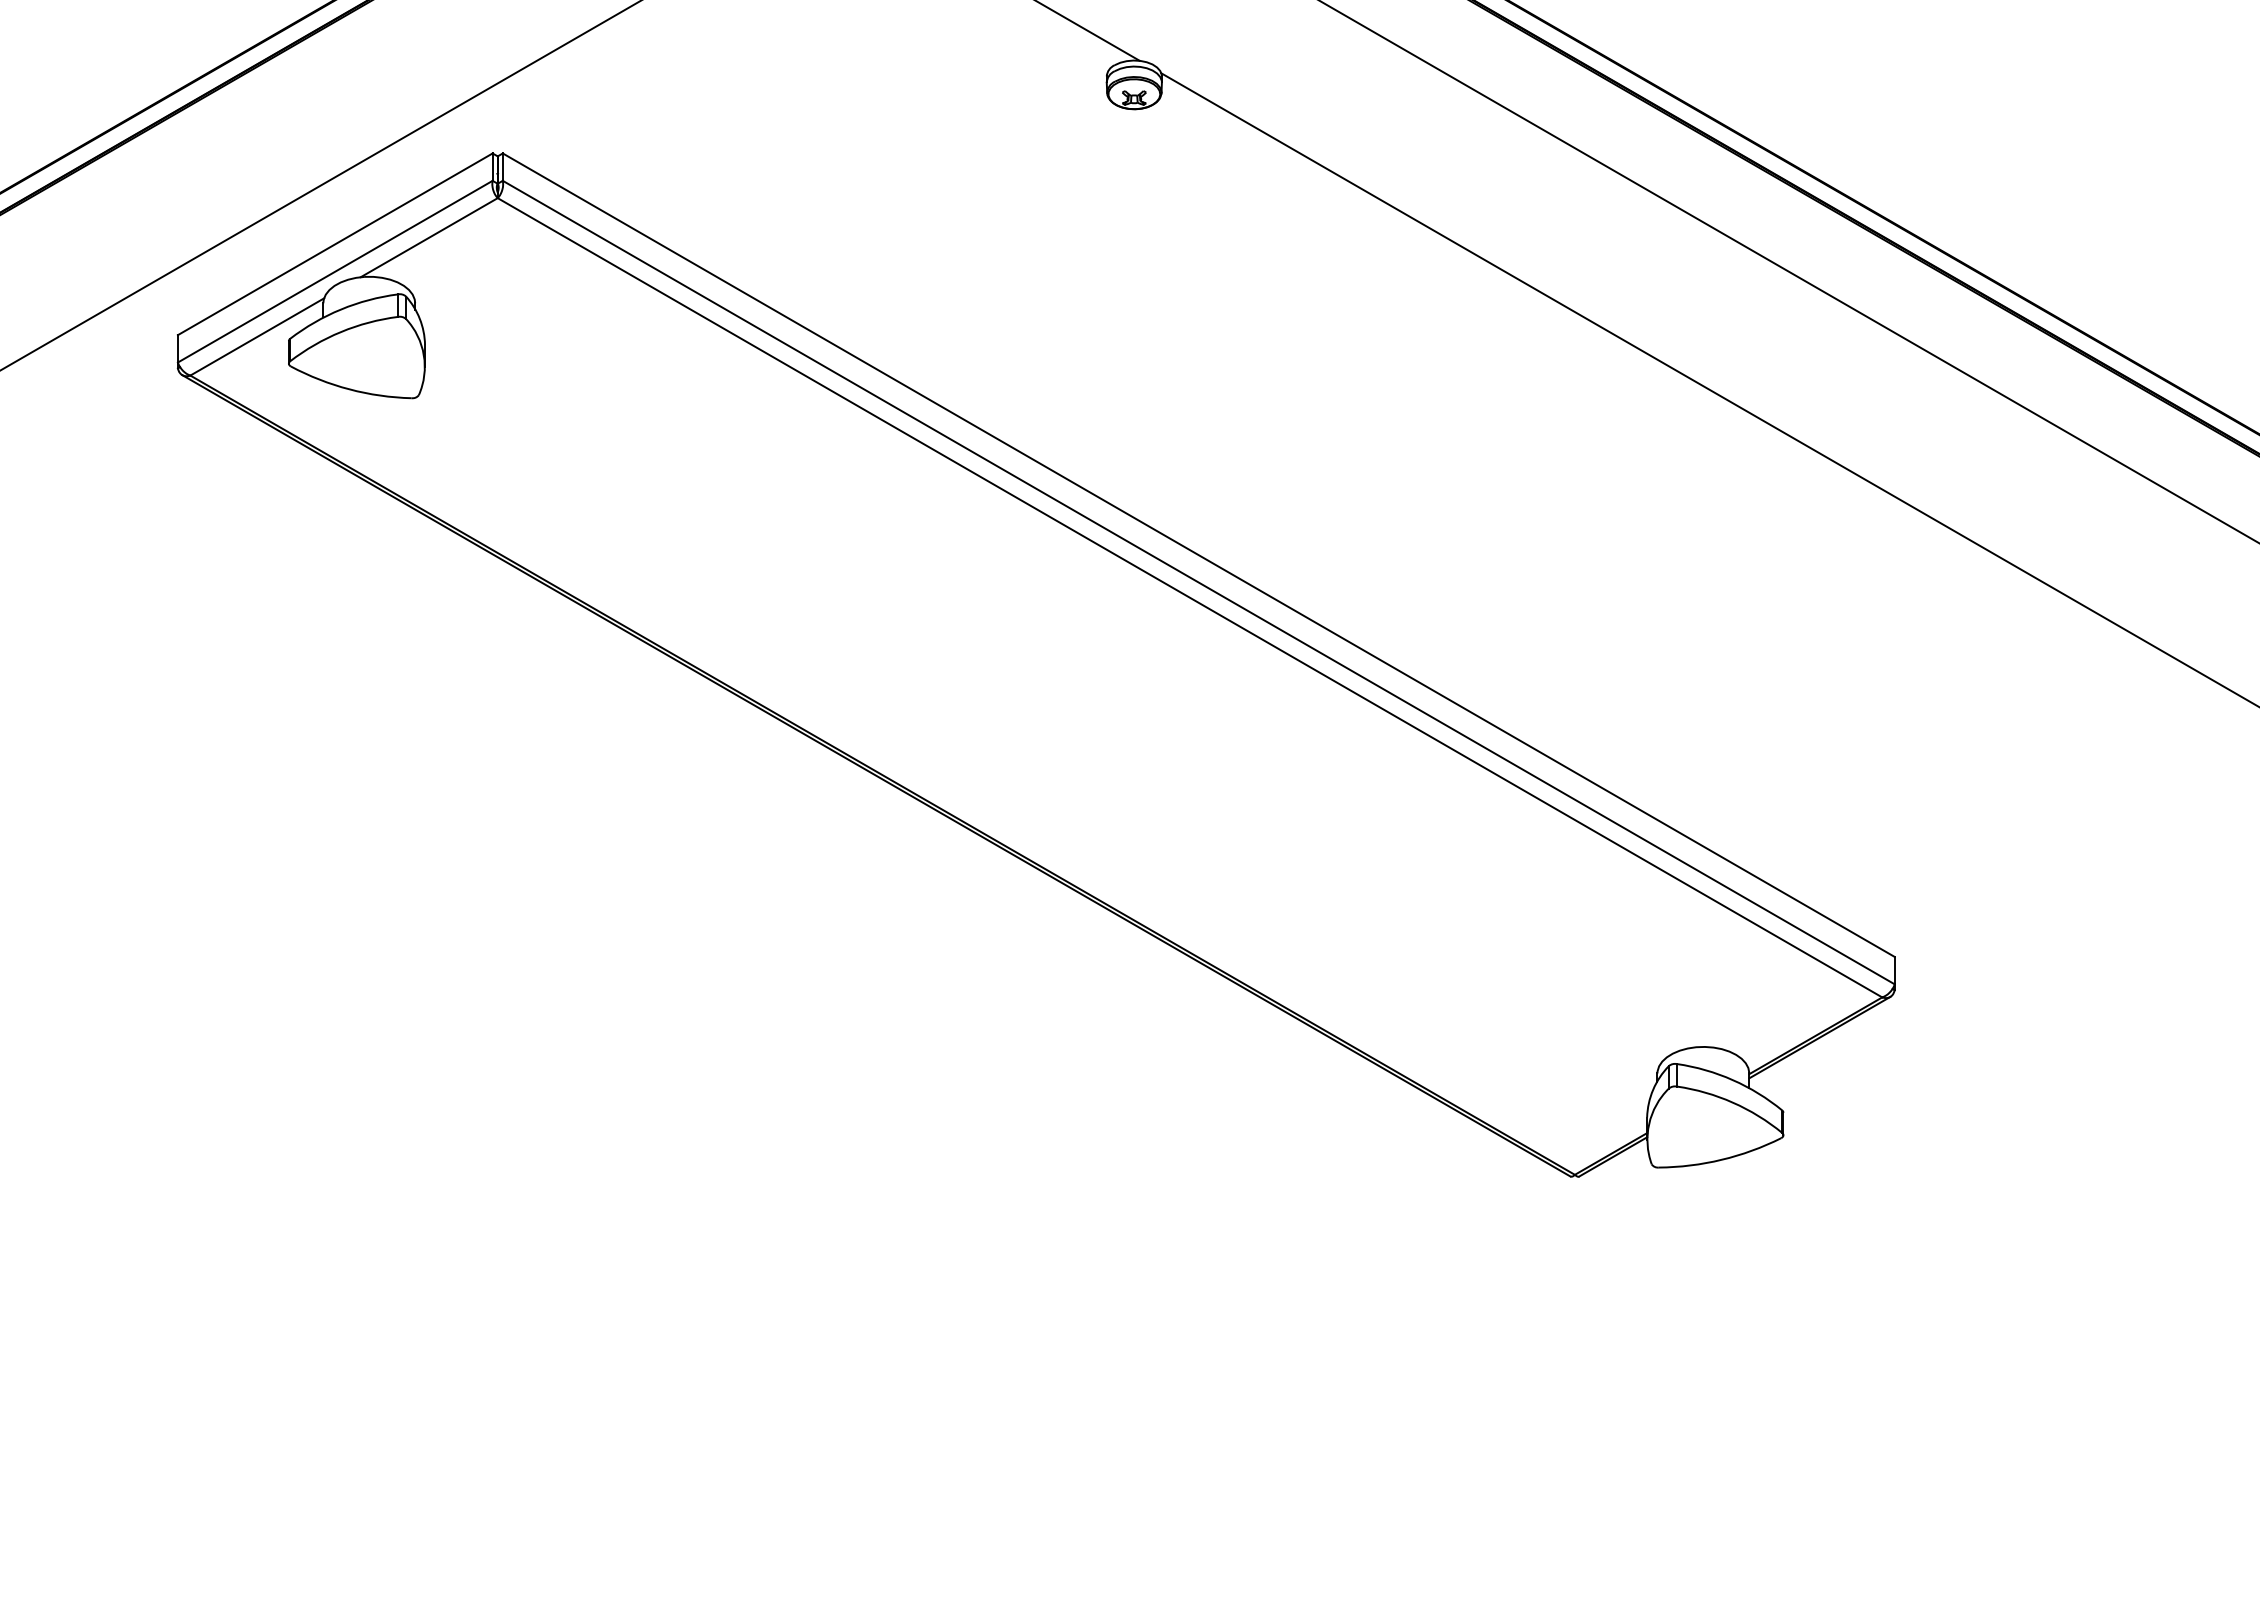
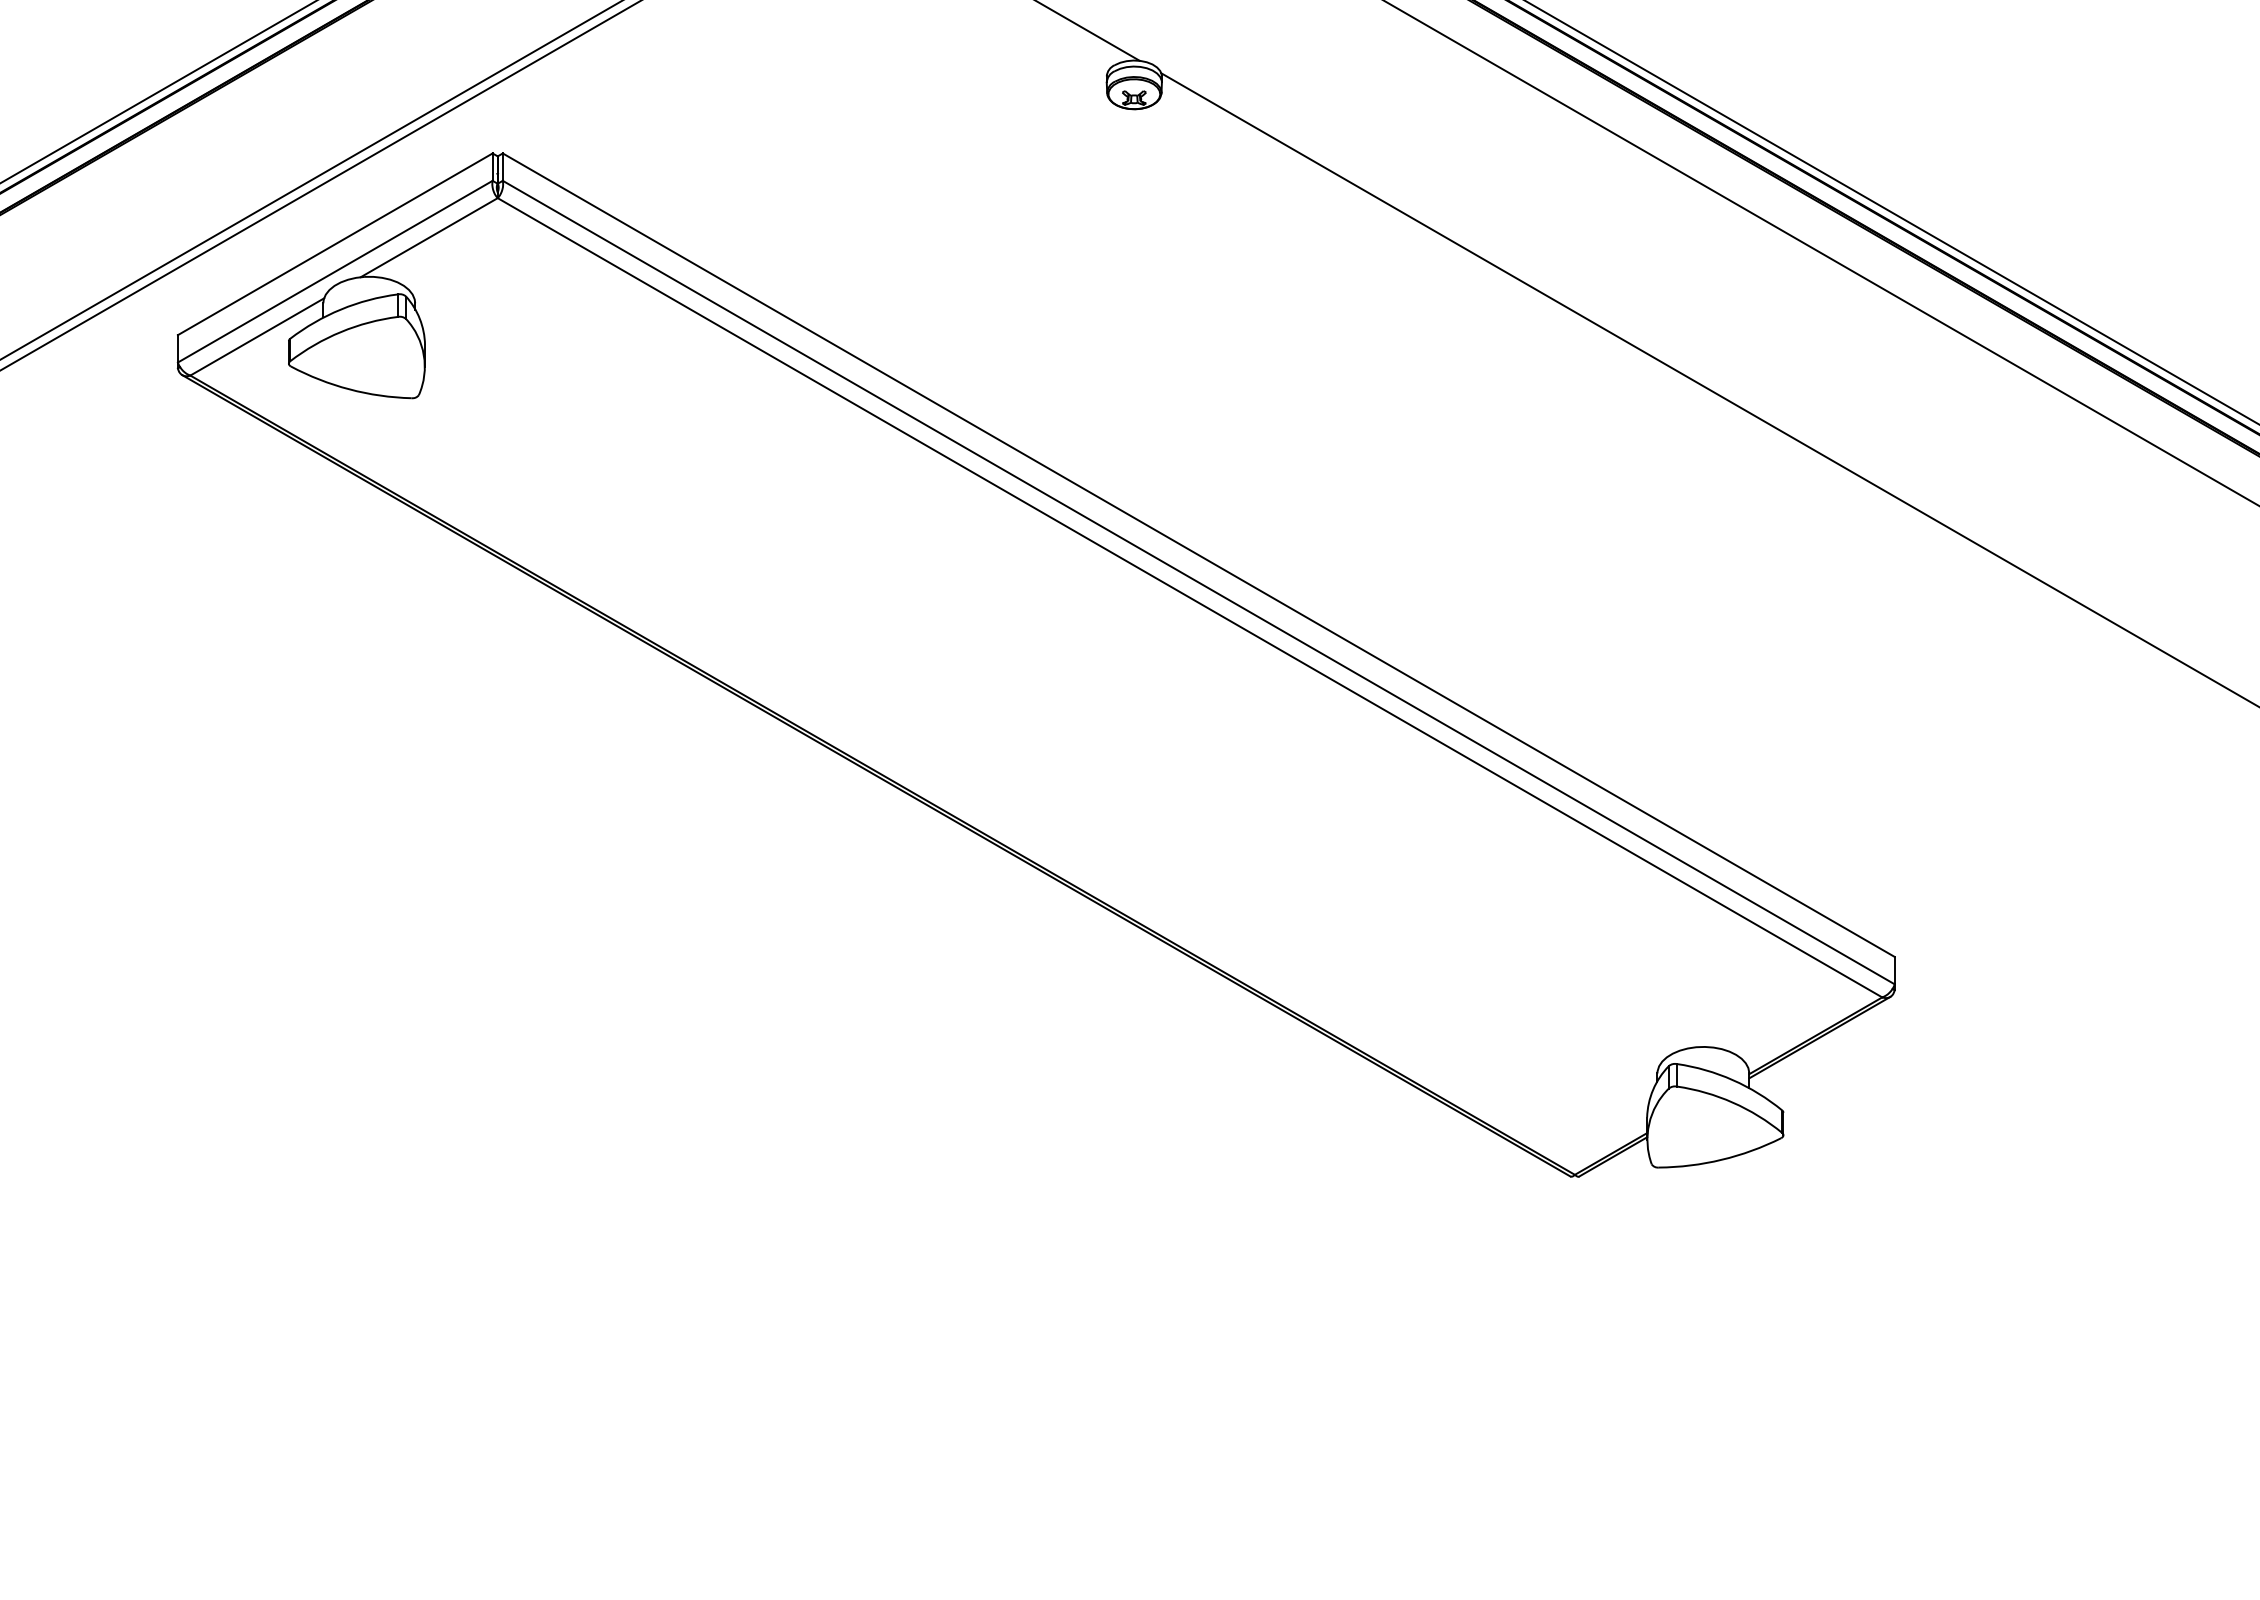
line at (157, 92): none -> present
line at (310, 180): none -> present
line at (1892, 212): none -> present
line at (1788, 271) position: (1788, 271) -> (1821, 253)
